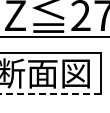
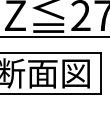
line at (50, 93): dashed -> solid
